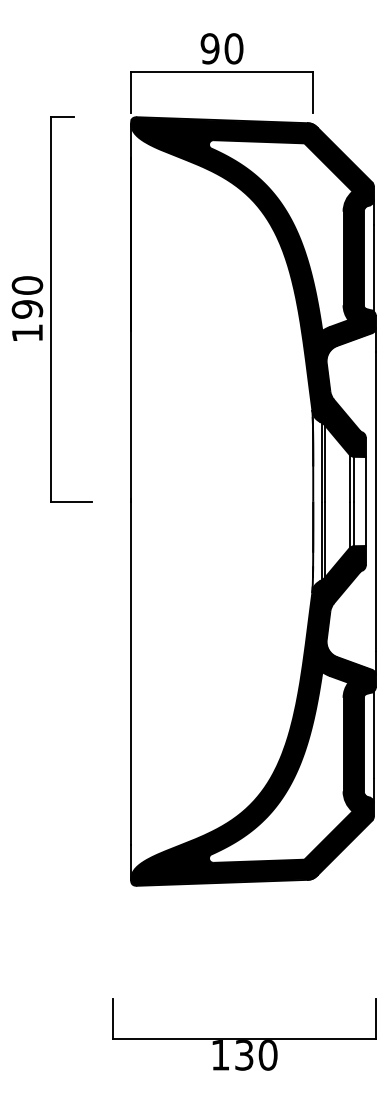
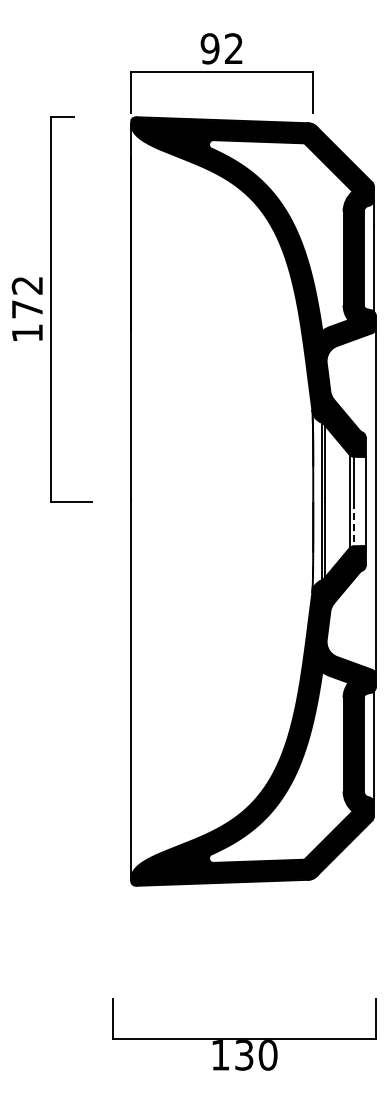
text at (233, 48): 90 -> 92
text at (27, 297): 190 -> 172
line at (354, 524): solid -> dashed
